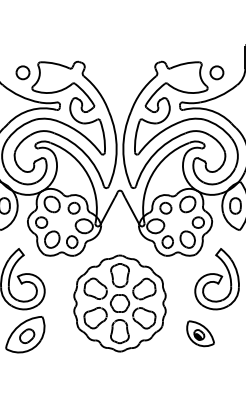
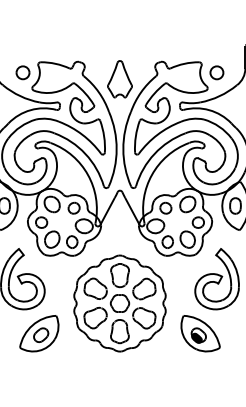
part at (119, 79): none -> present
part at (200, 333) size: 29x28 px -> 41x38 px
part at (25, 334) position: (25, 334) -> (39, 333)
